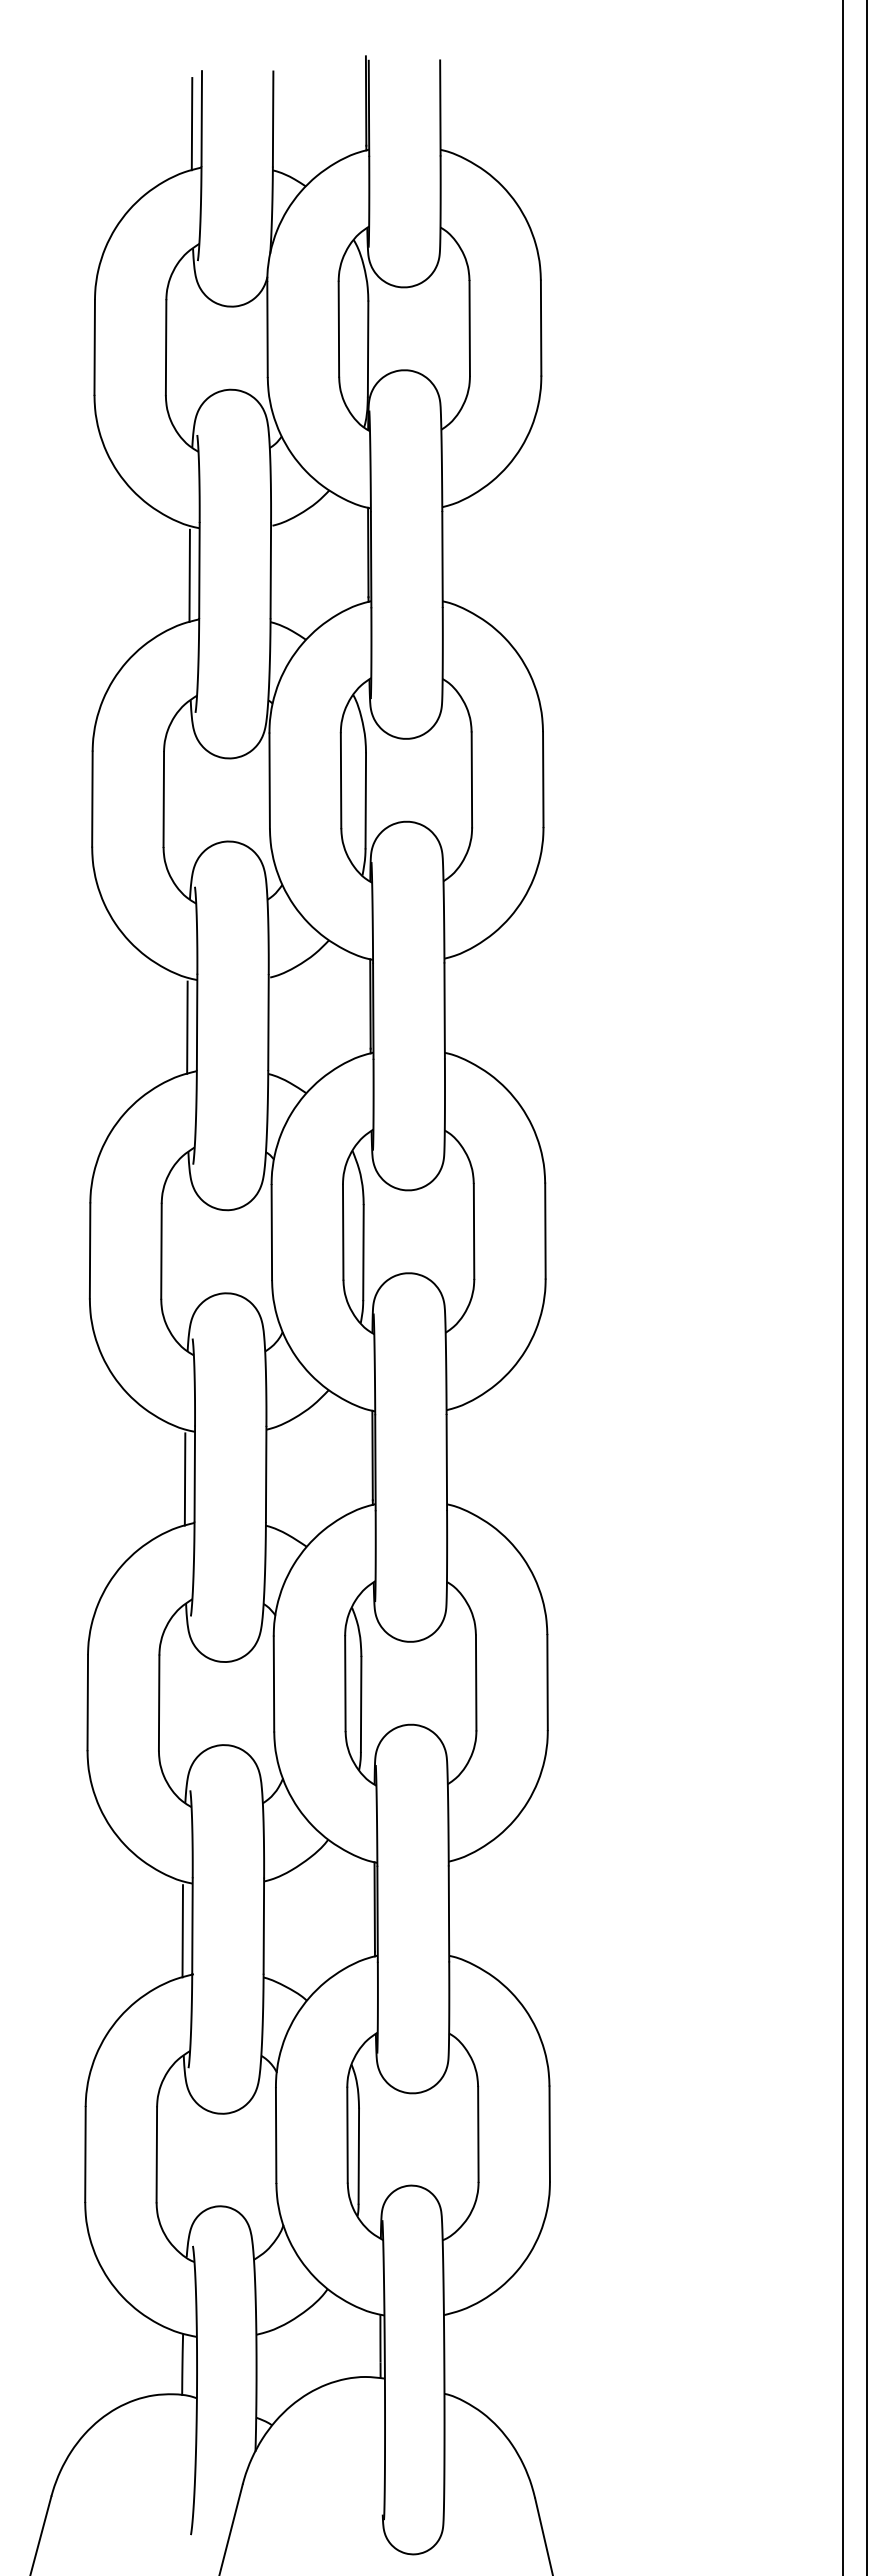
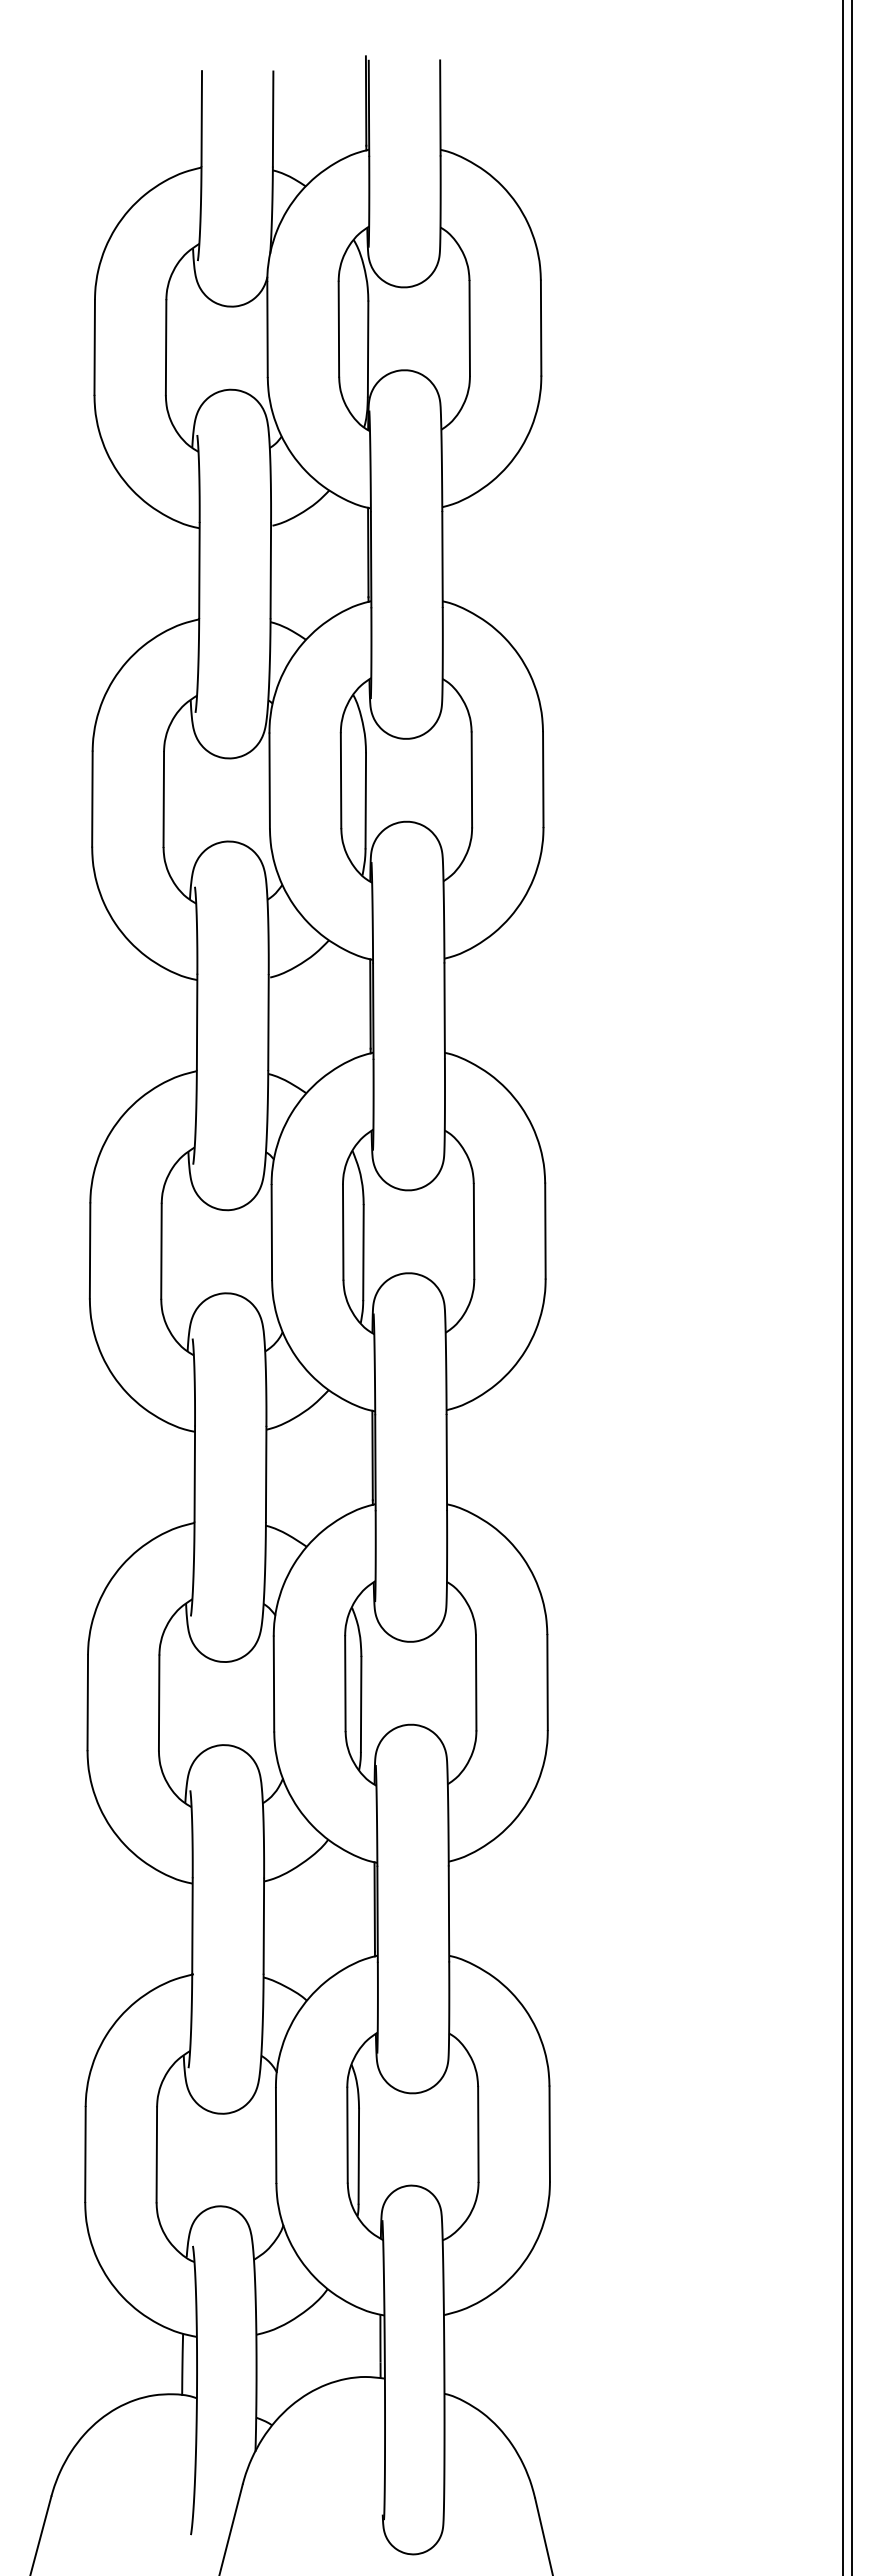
line at (191, 124): present -> none
line at (189, 575): present -> none
line at (187, 1027): present -> none
line at (867, 1287) position: (867, 1287) -> (852, 1287)
line at (184, 1479): present -> none
line at (182, 1931): present -> none
